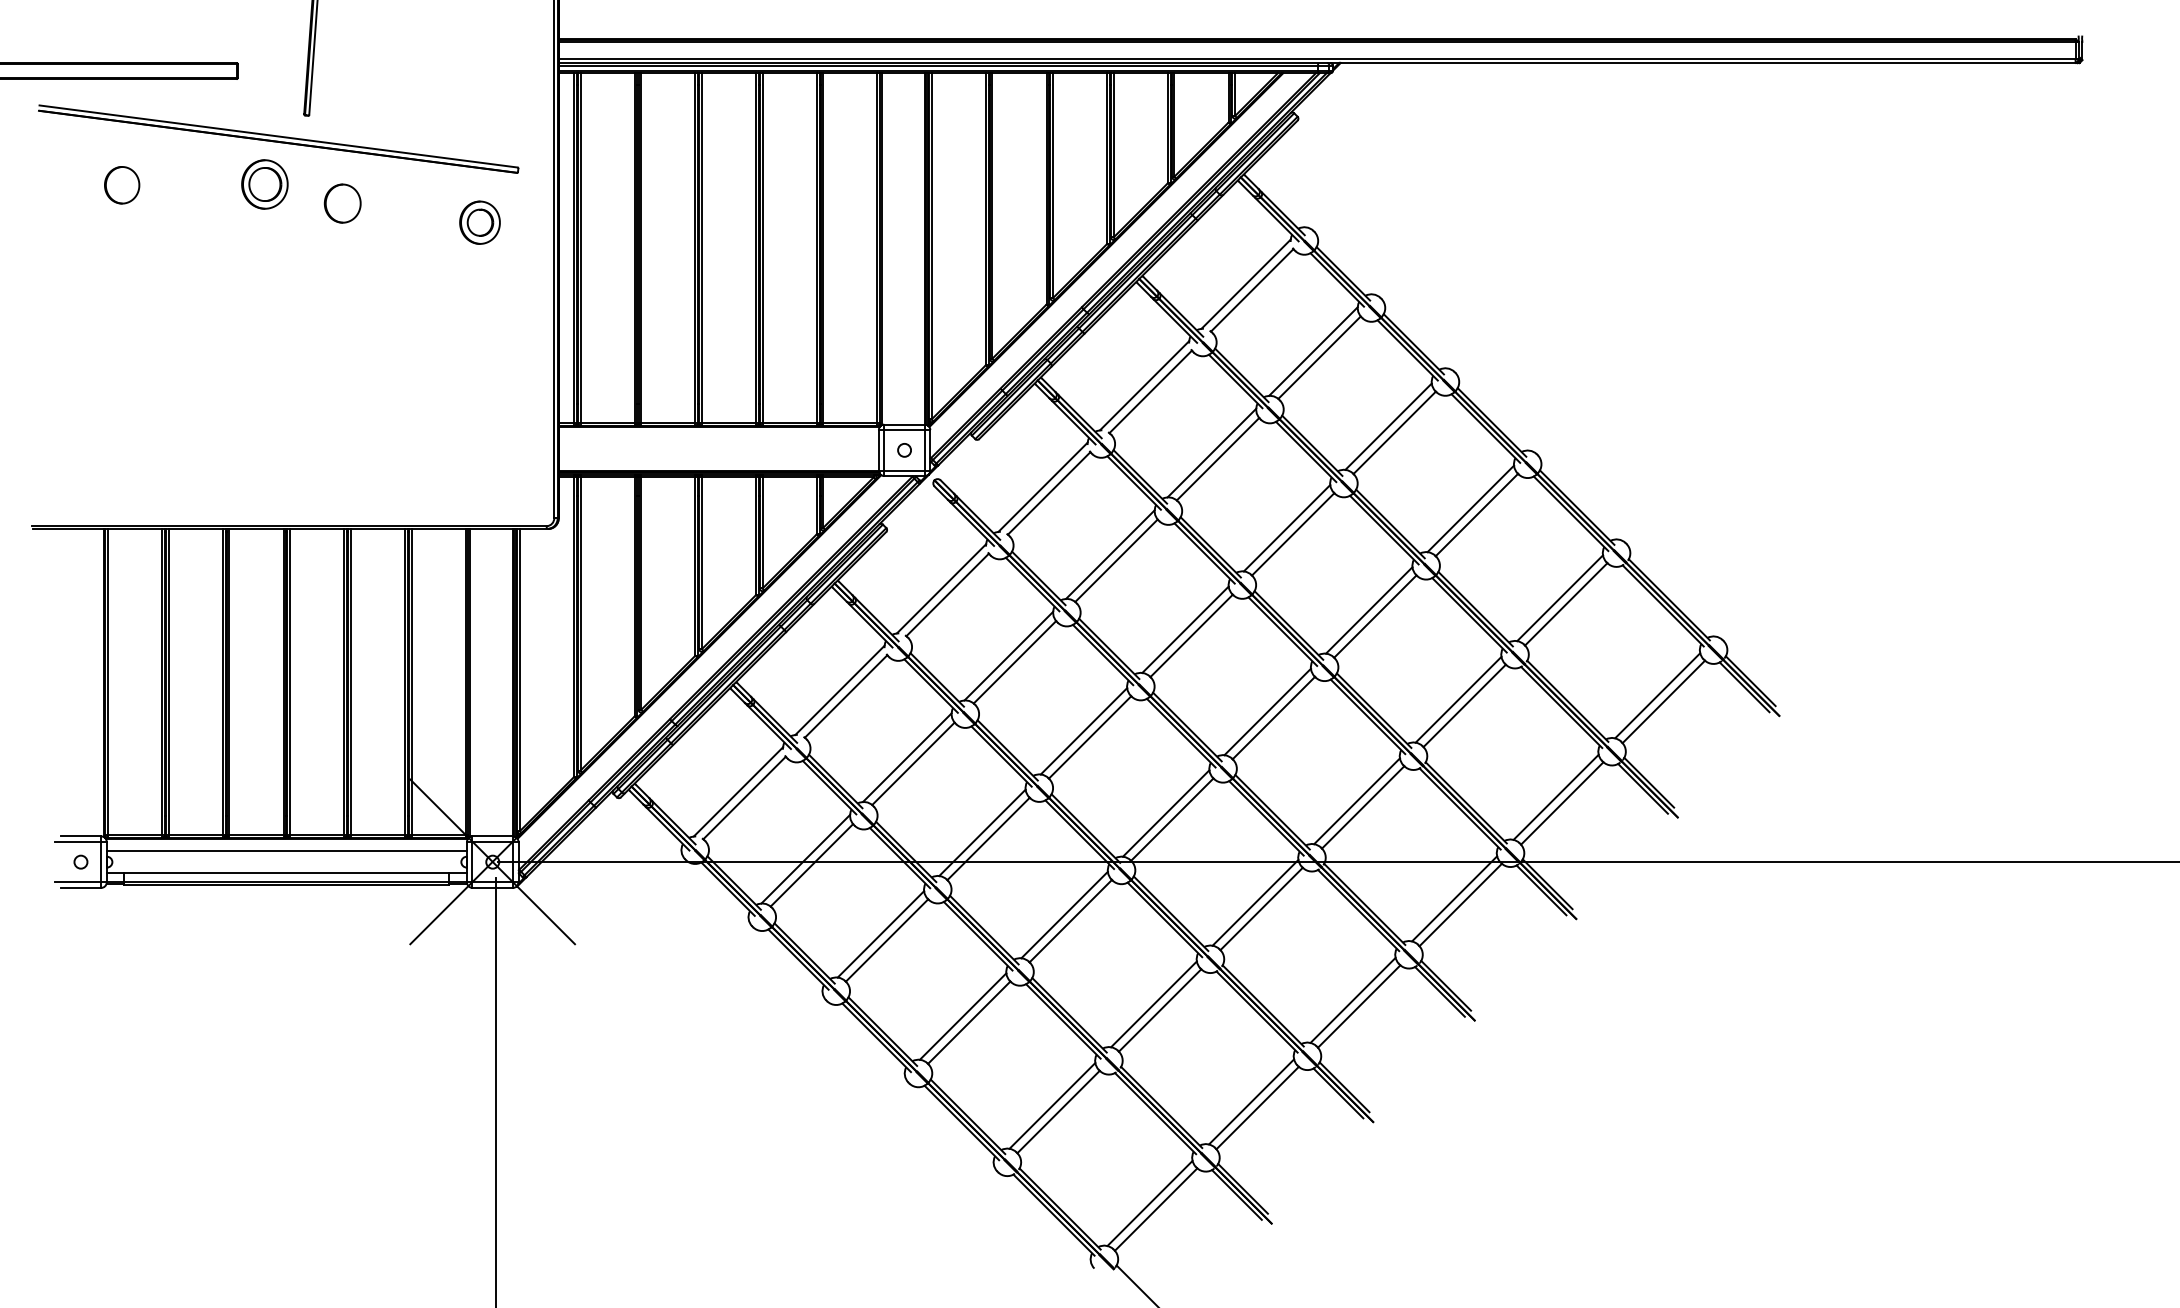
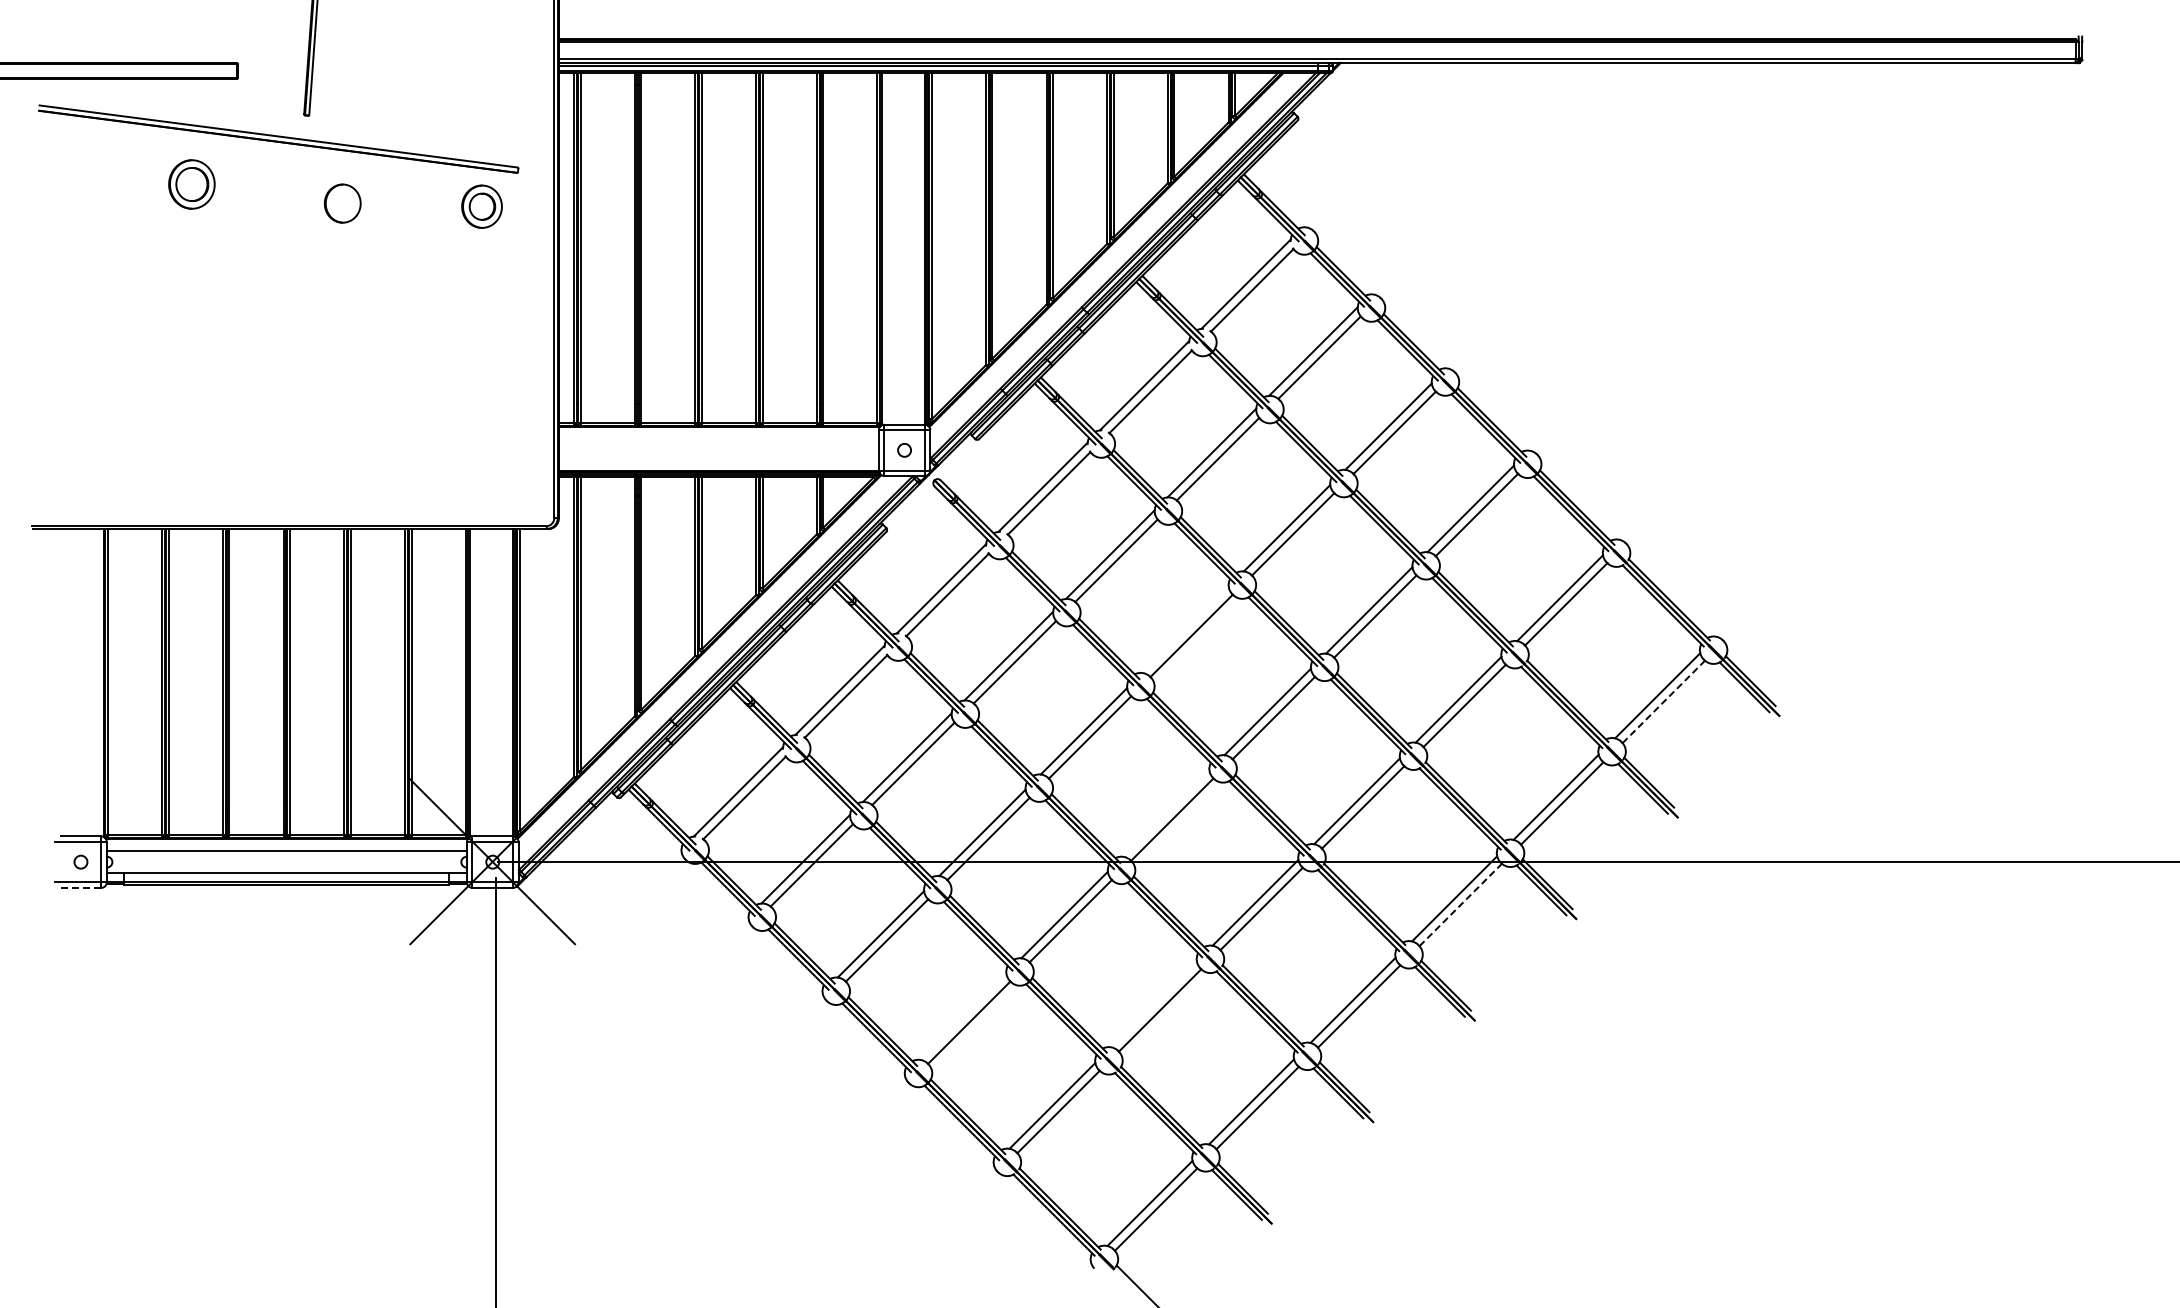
part at (264, 184) position: (264, 184) -> (191, 184)
part at (122, 185): present -> none
part at (479, 222) position: (479, 222) -> (481, 206)
line at (1185, 629): present -> none
line at (1664, 701): solid -> dashed
line at (1165, 813): present -> none
line at (80, 887): solid -> dashed
line at (1461, 904): solid -> dashed
line at (1153, 1004): present -> none
line at (962, 1016): present -> none
